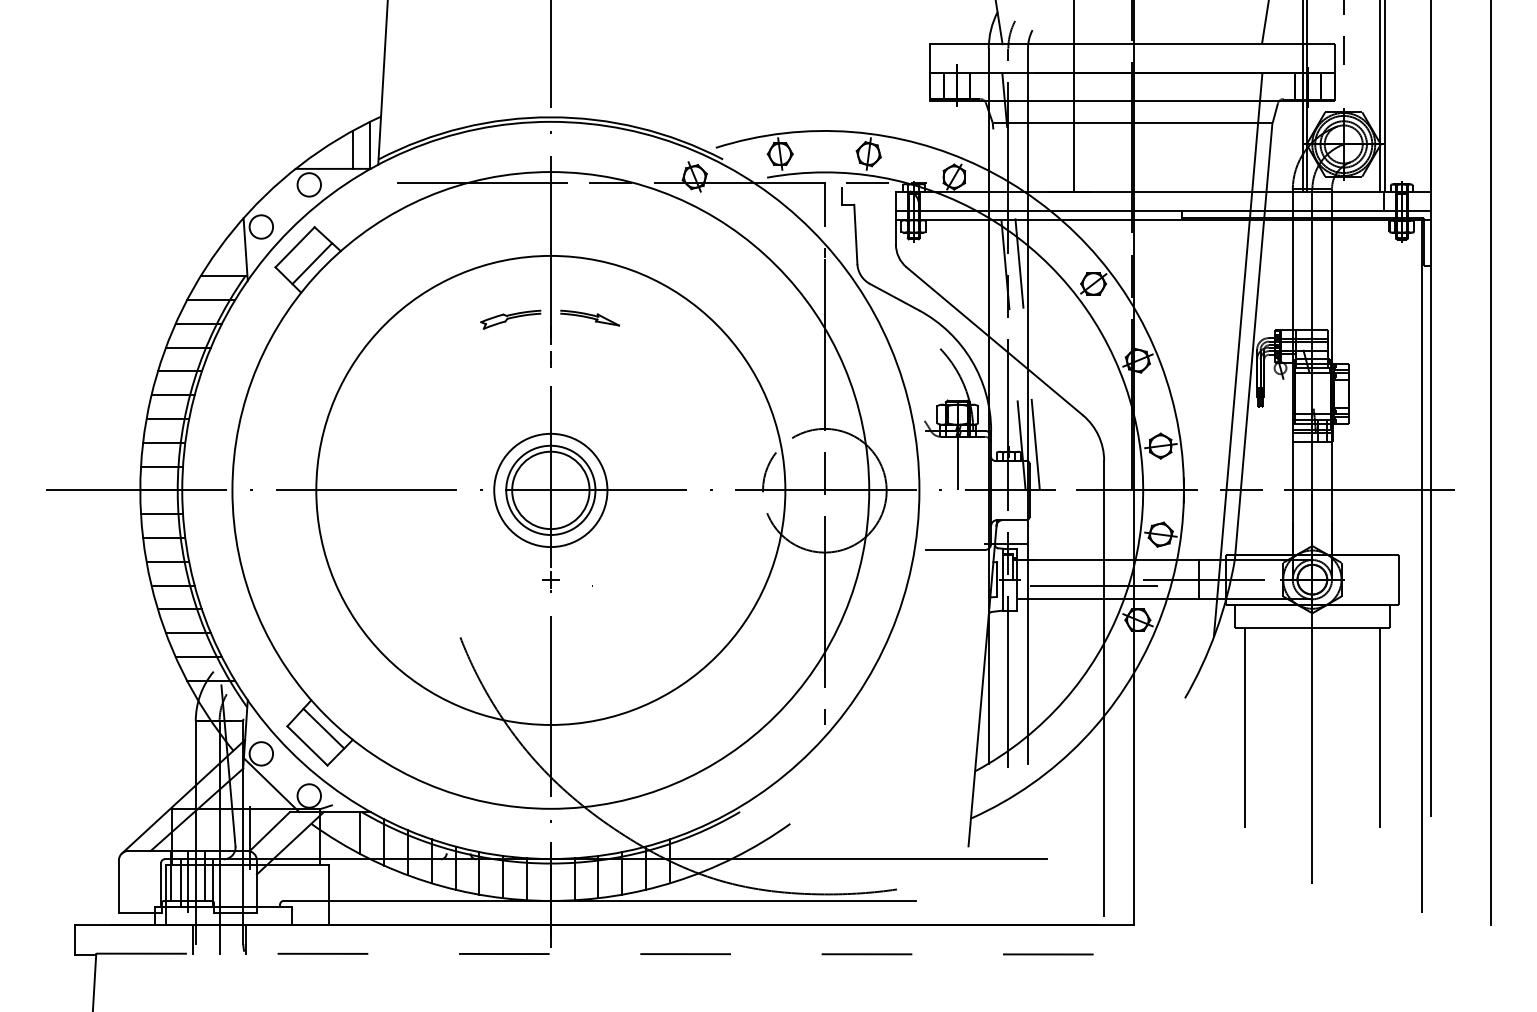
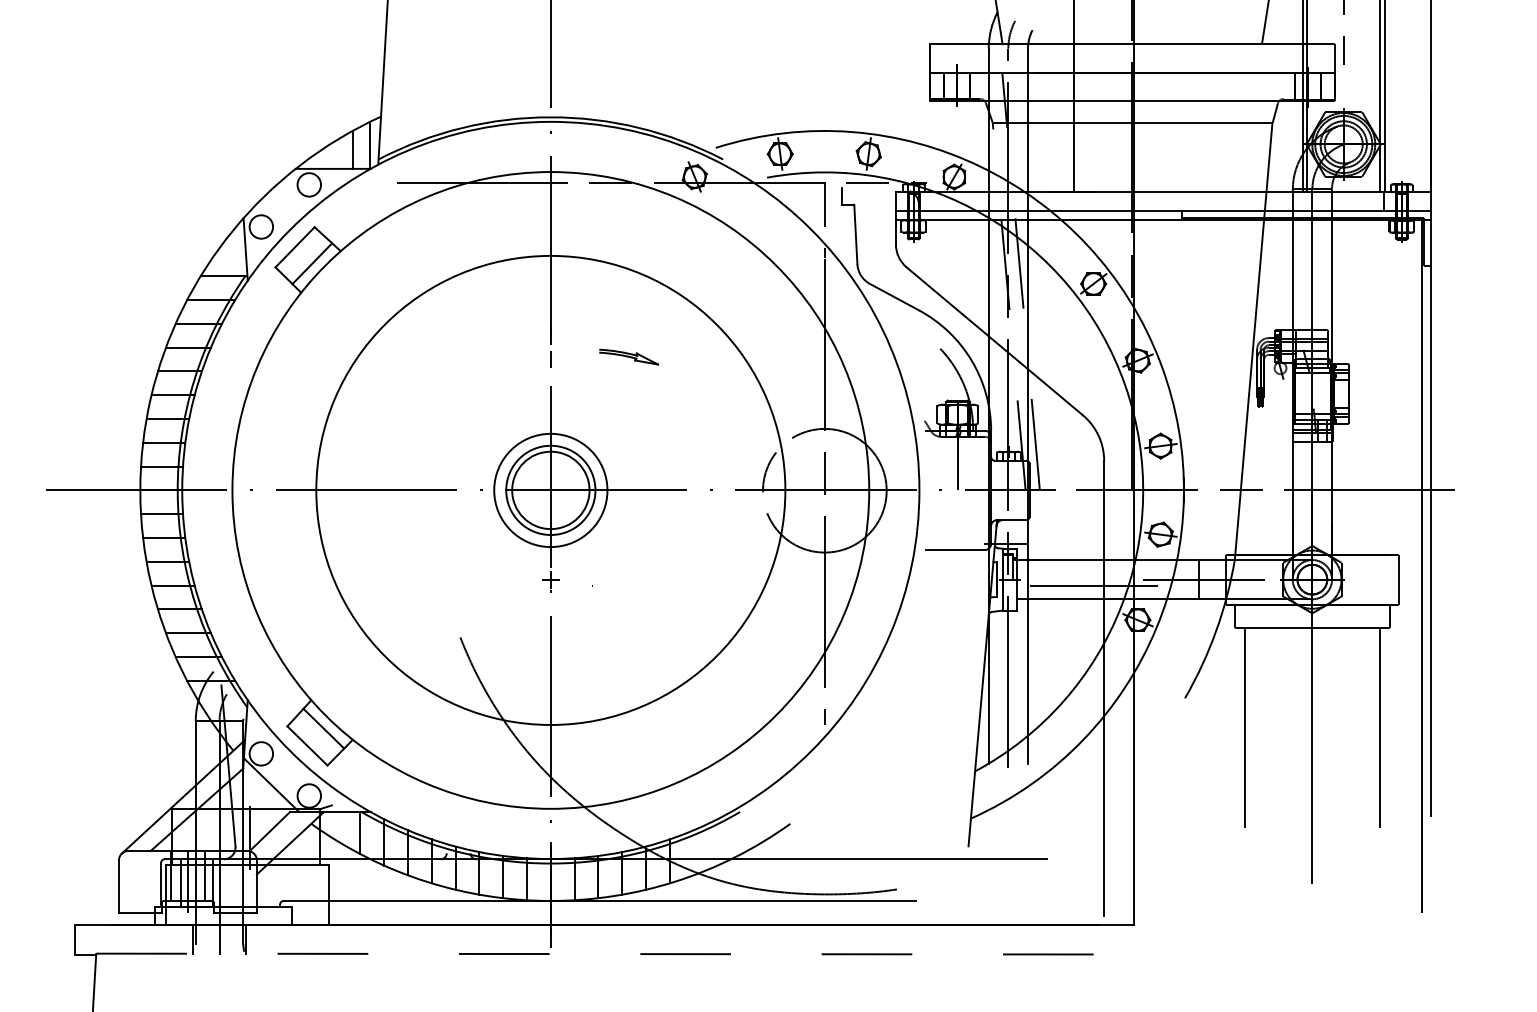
part at (590, 317) position: (590, 317) -> (629, 356)
part at (510, 319): present -> none
line at (1237, 354): present -> none
line at (1490, 463): present -> none
